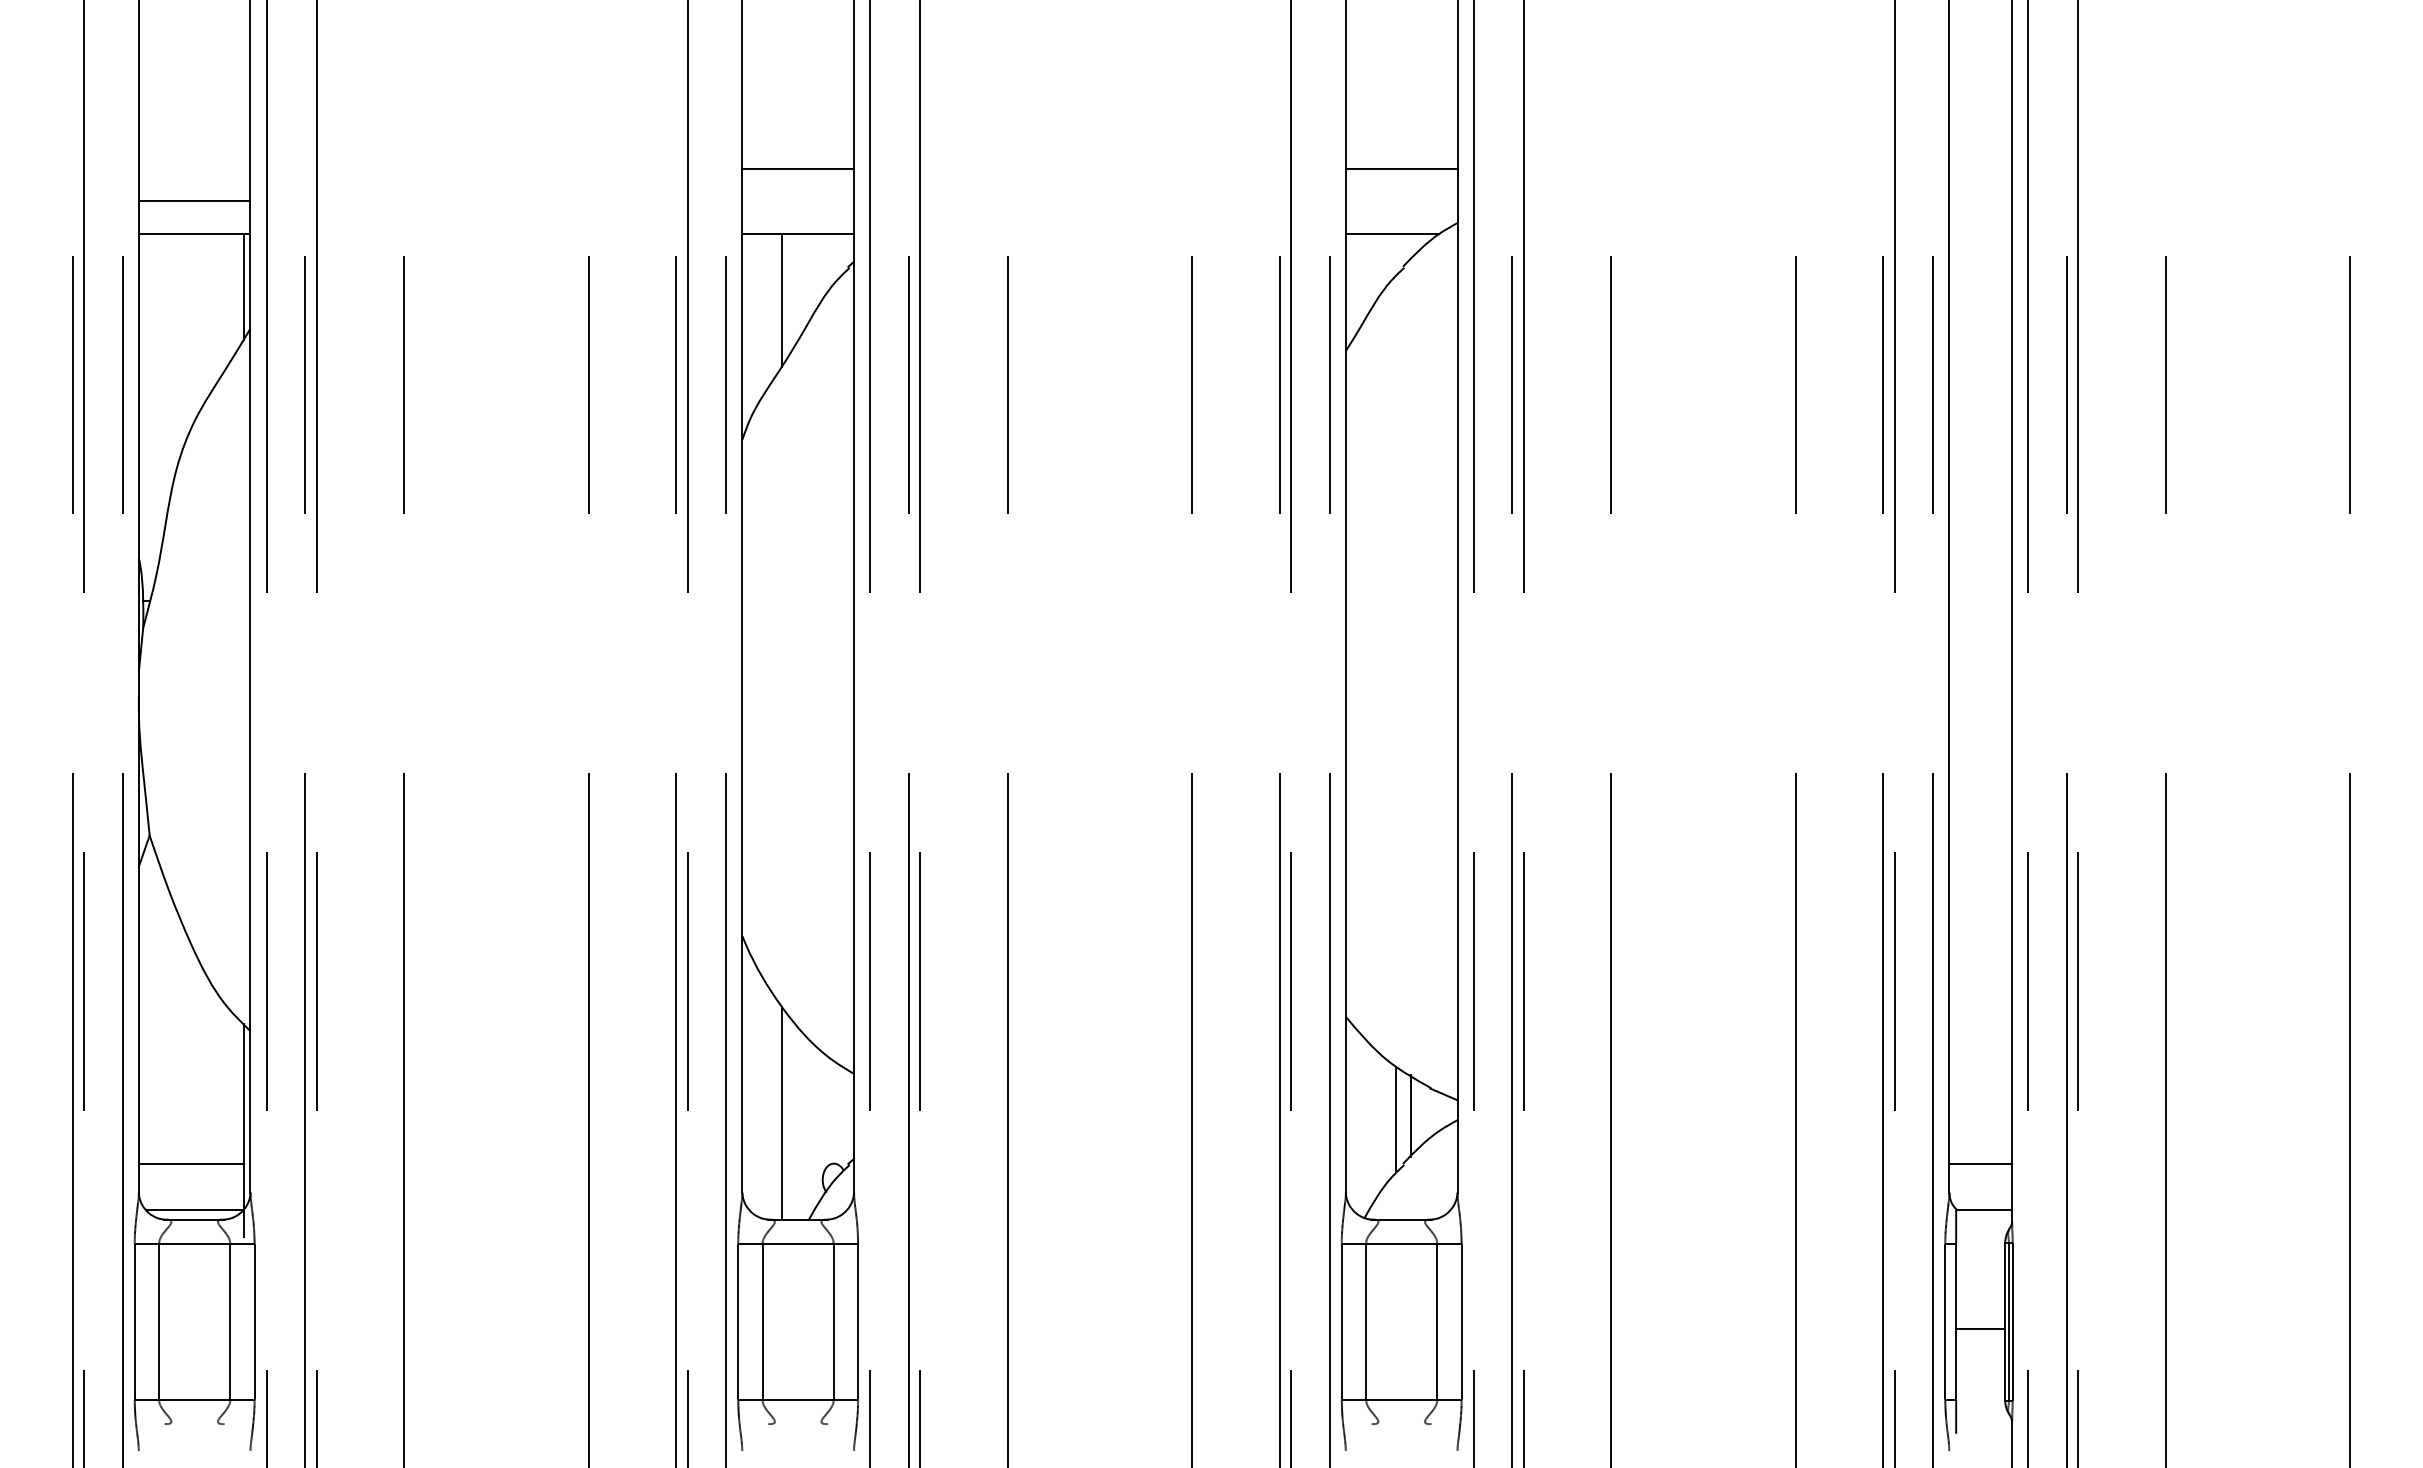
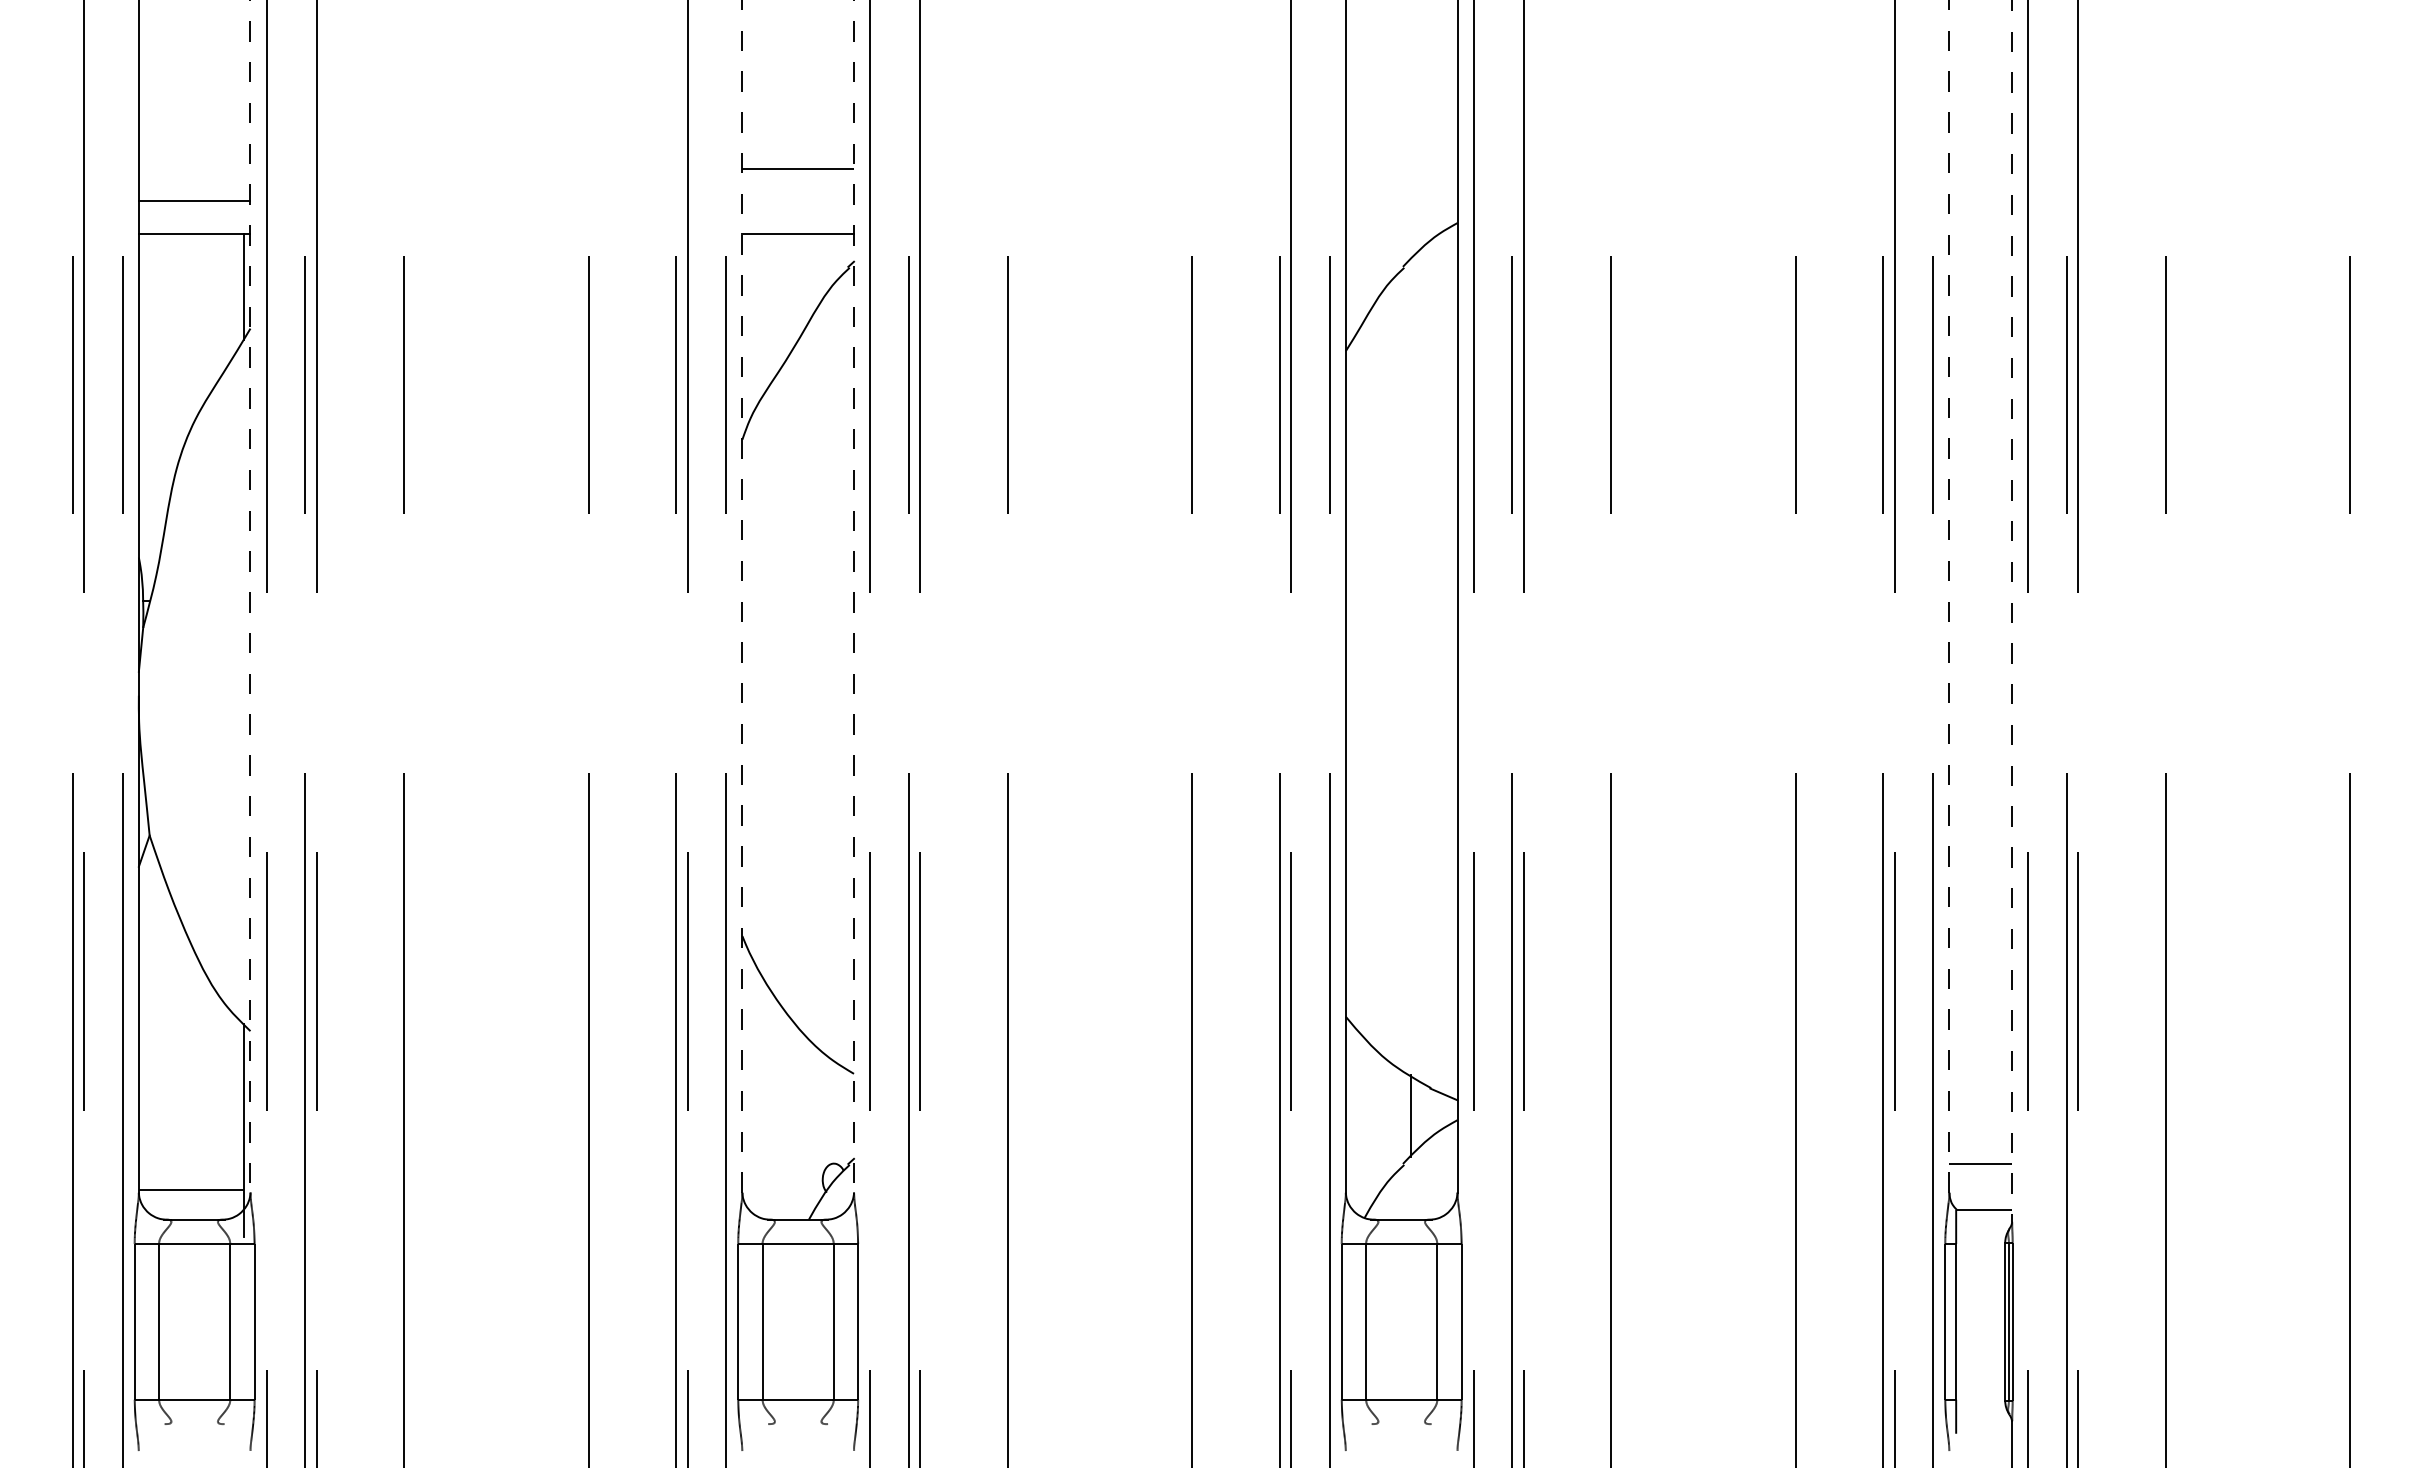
line at (1401, 168): present -> none
line at (1392, 233): present -> none
line at (781, 299): present -> none
line at (250, 596): solid -> dashed
line at (742, 596): solid -> dashed
line at (853, 596): solid -> dashed
line at (1949, 596): solid -> dashed
line at (2012, 611): solid -> dashed
line at (781, 1112): present -> none
line at (1396, 1119): present -> none
line at (190, 1163) position: (190, 1163) -> (190, 1189)
line at (194, 1209): present -> none
line at (1980, 1329): present -> none
